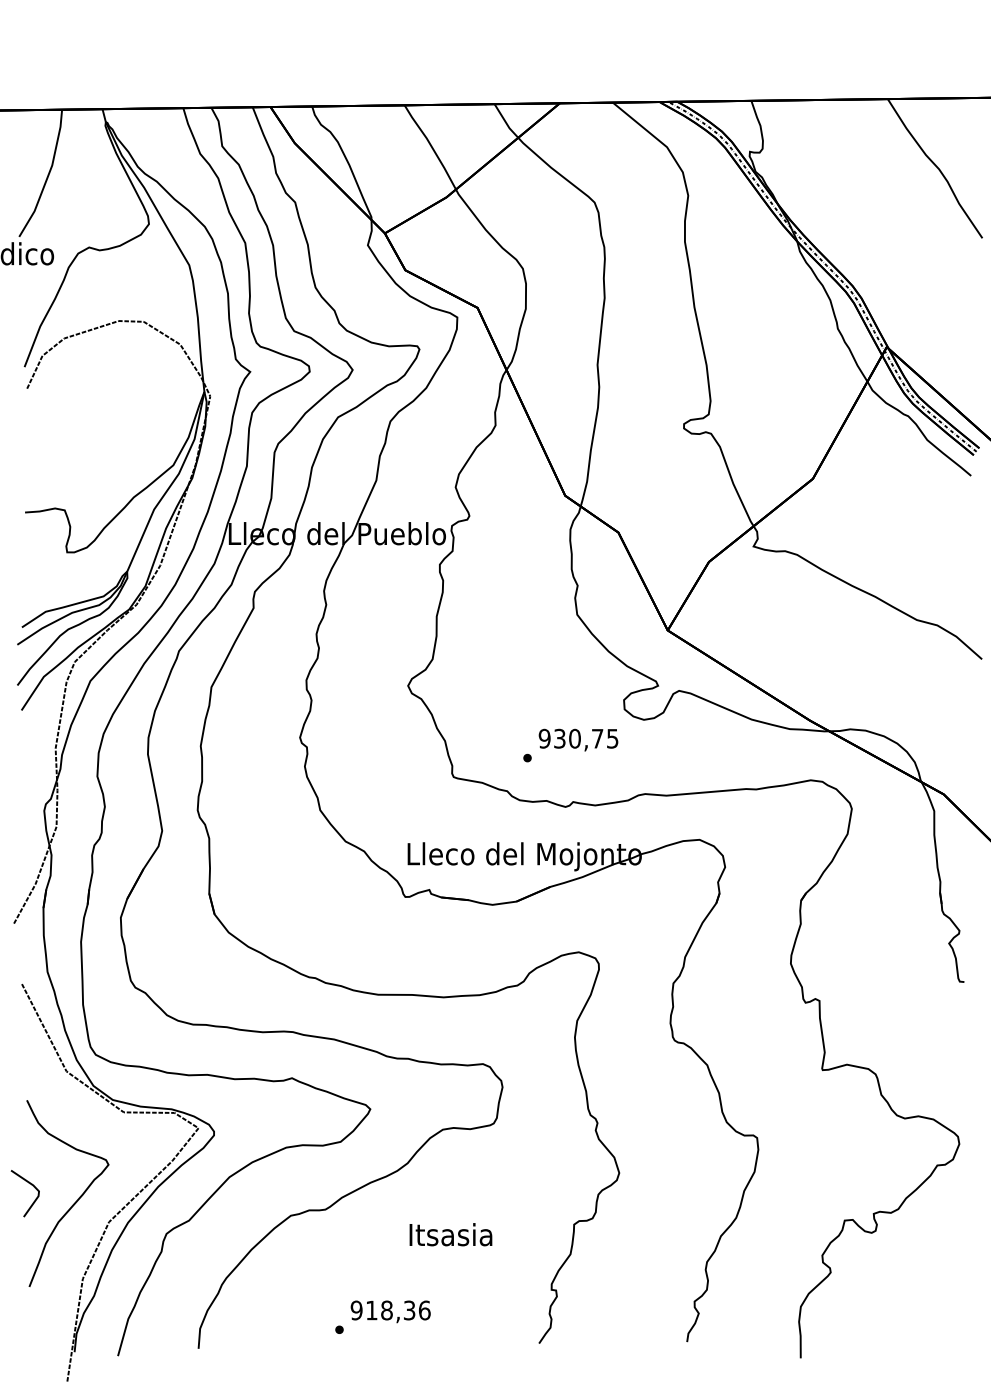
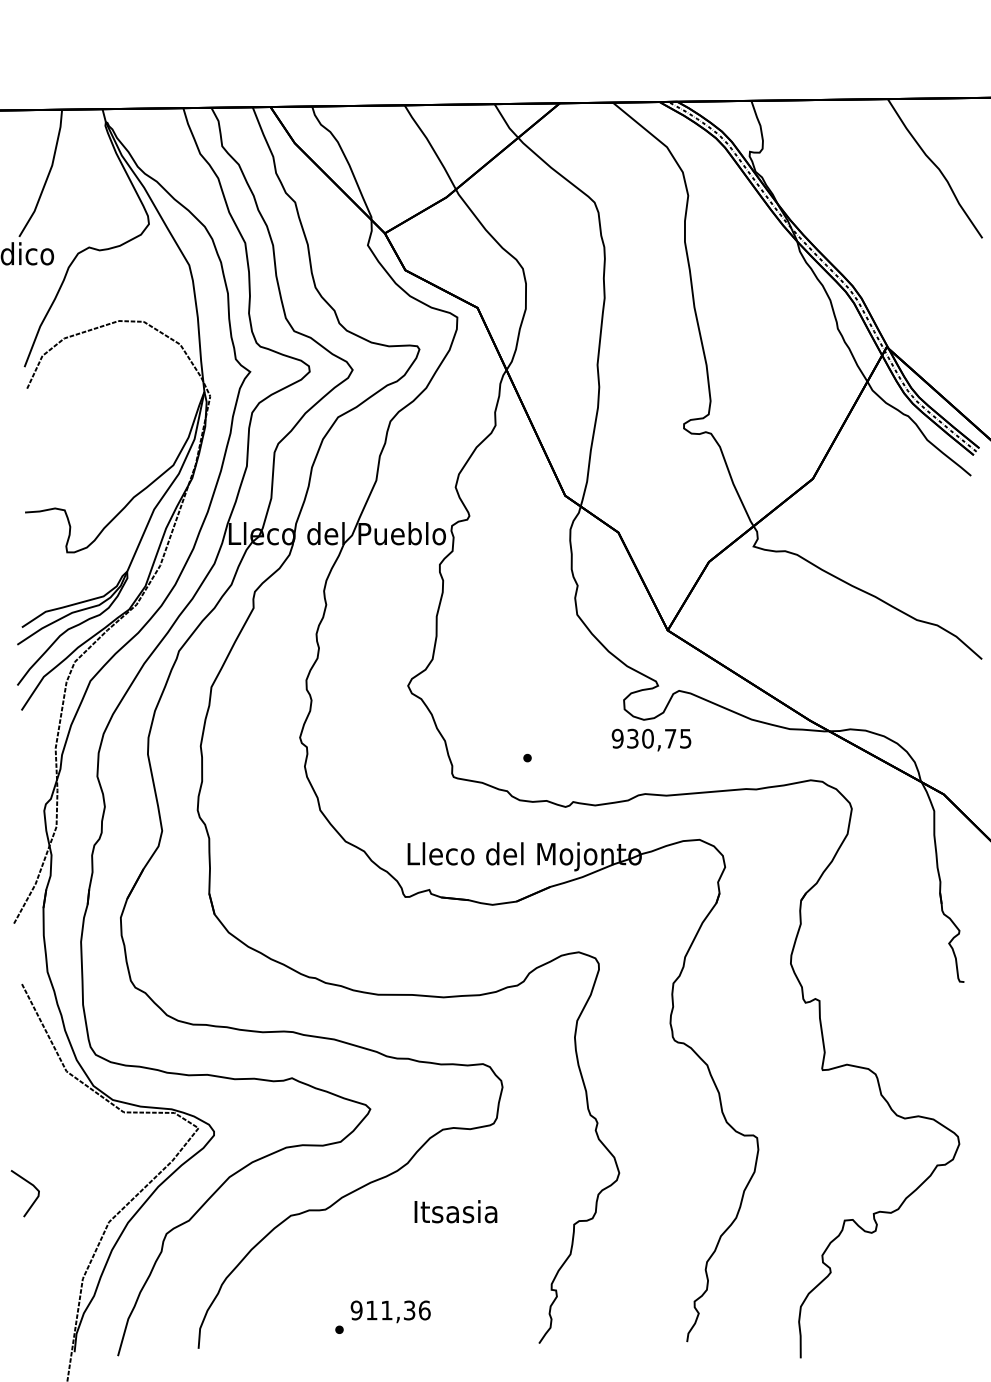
text at (578, 739) position: (578, 739) -> (651, 739)
curve at (75, 1201): present -> none
text at (450, 1234) position: (450, 1234) -> (455, 1211)
text at (386, 1310): 918,36 -> 911,36
